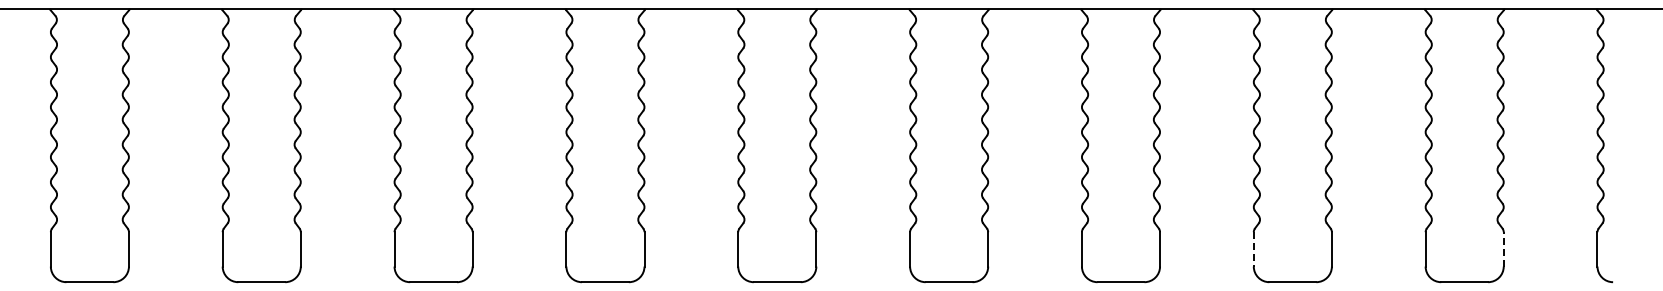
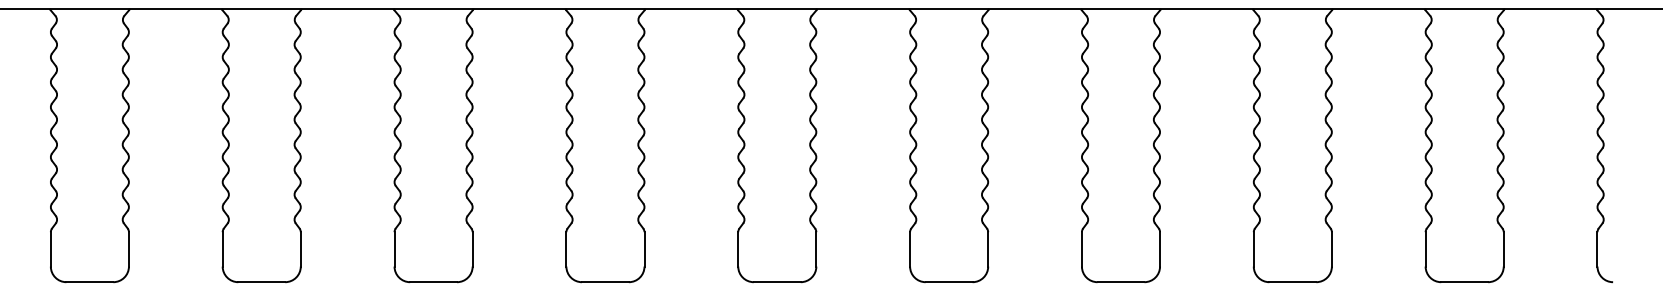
line at (1503, 248): dashed -> solid
line at (1253, 249): dashed -> solid
